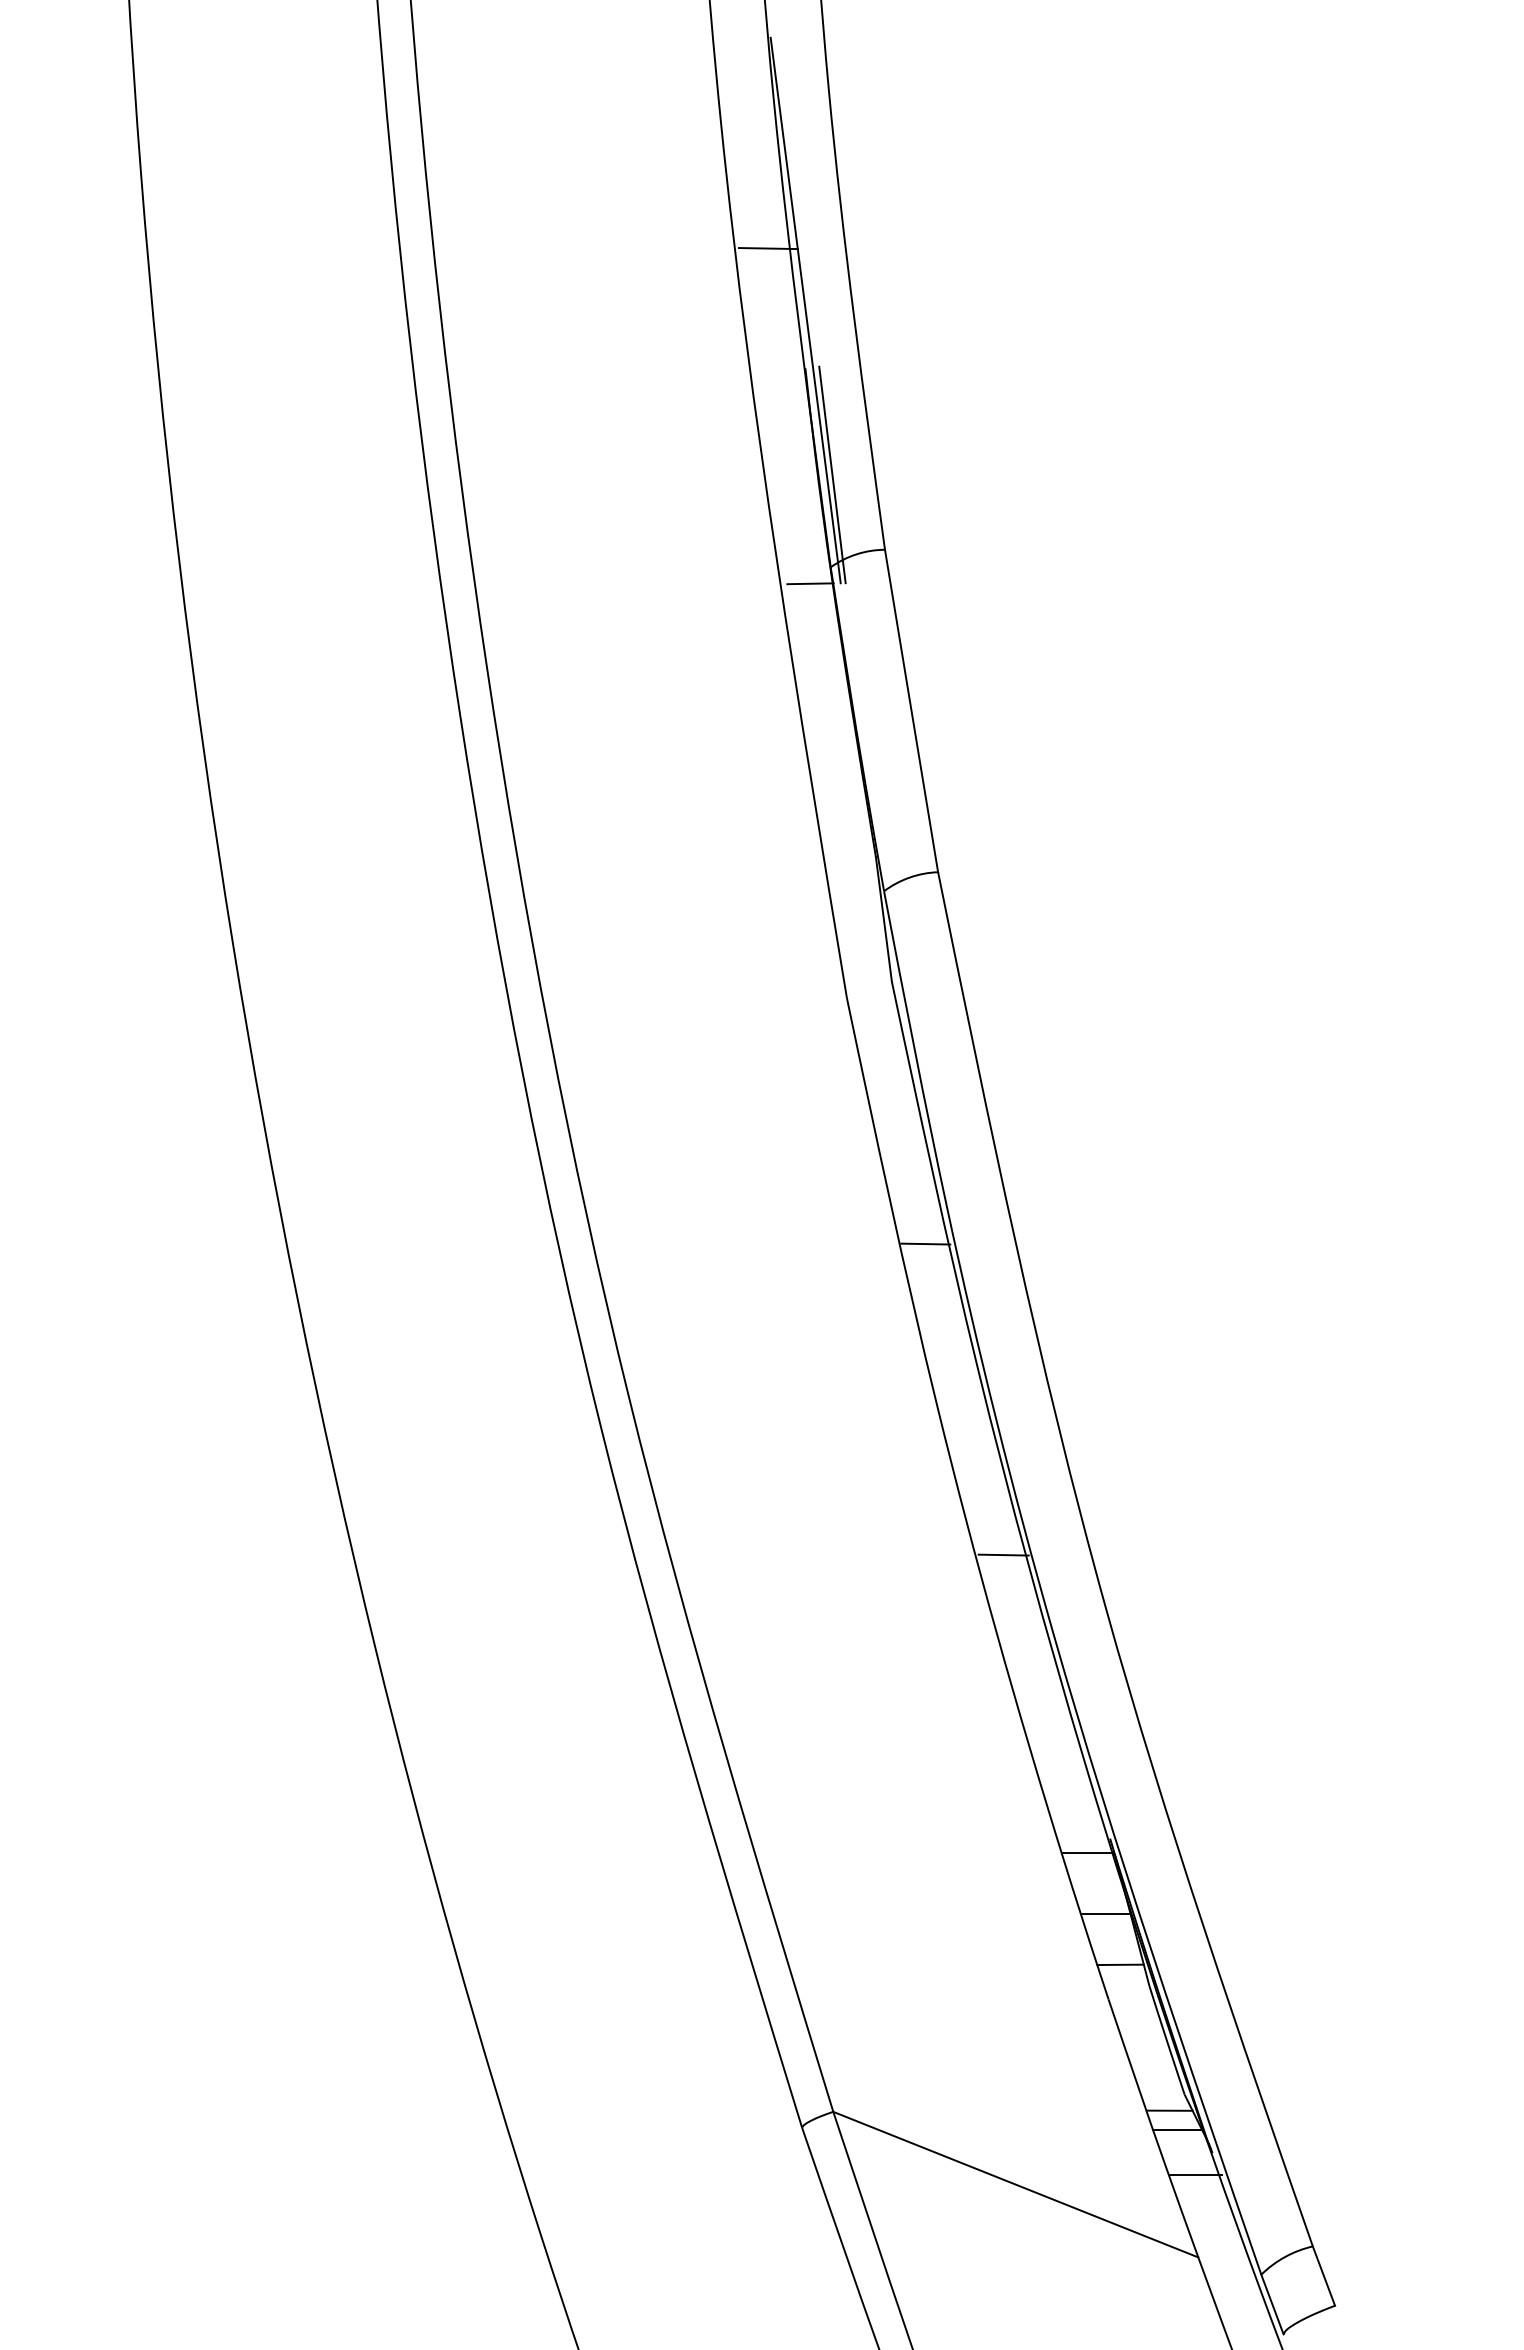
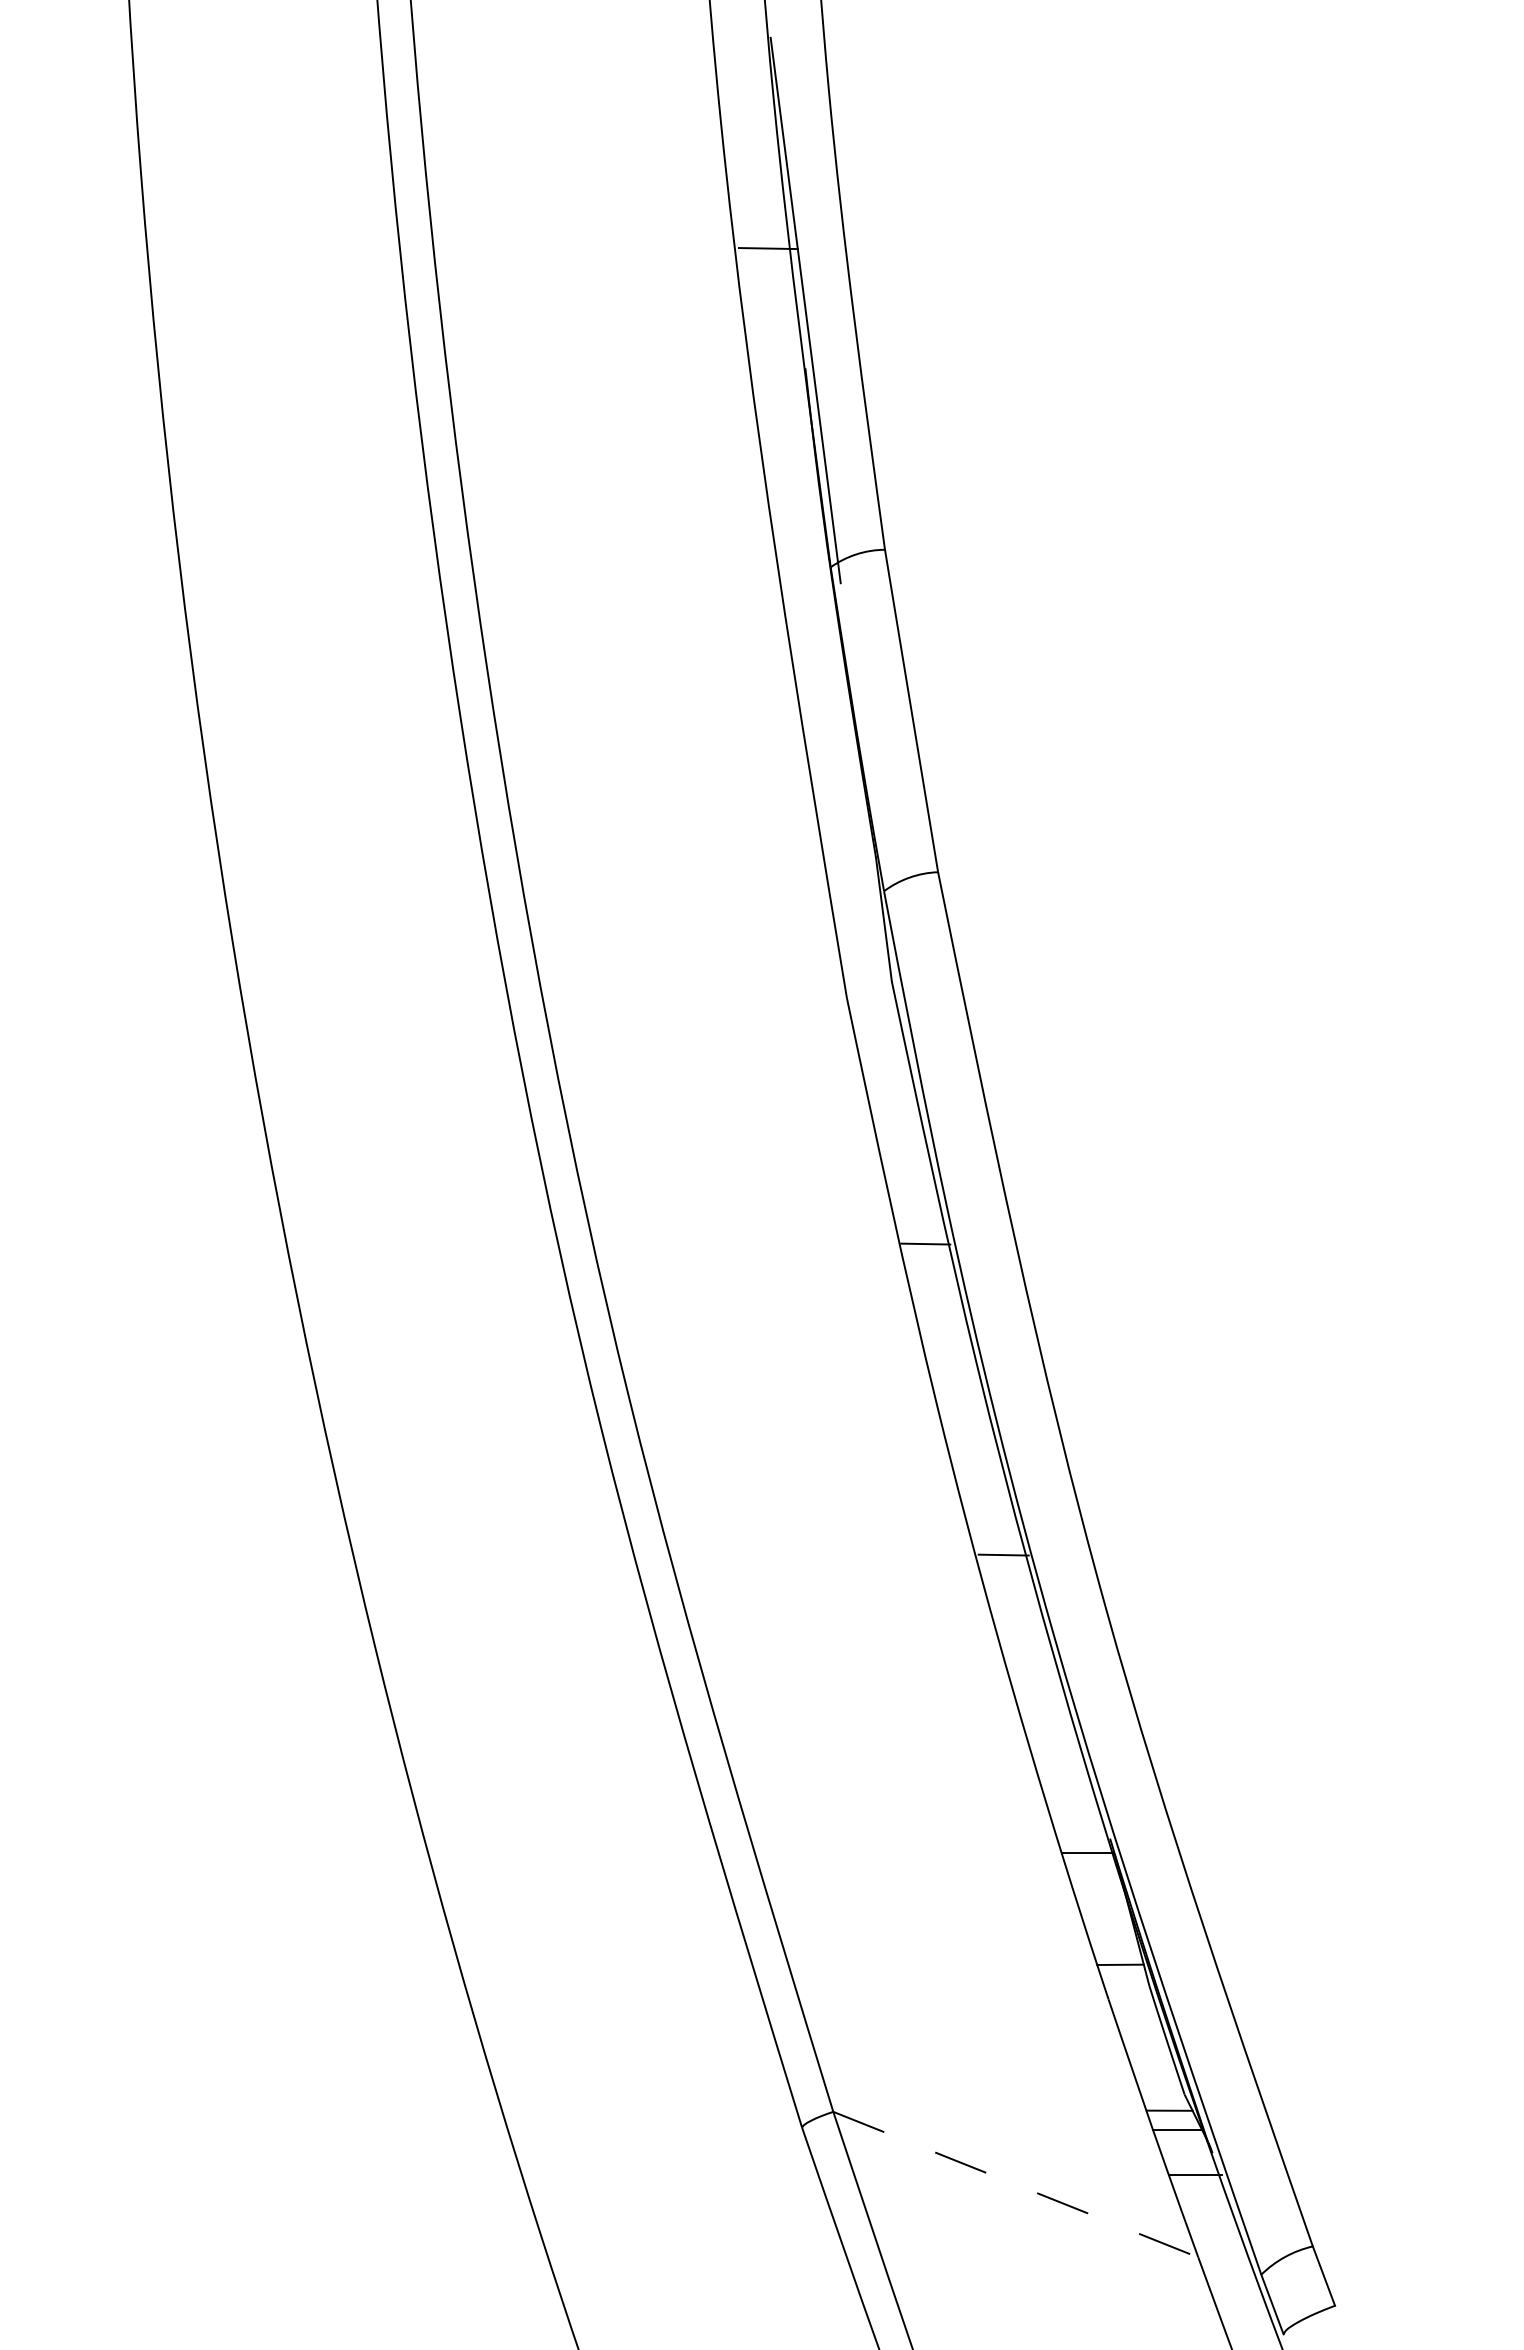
line at (832, 474): present -> none
line at (810, 583): present -> none
line at (1105, 1913): present -> none
line at (1016, 2184): solid -> dashed
